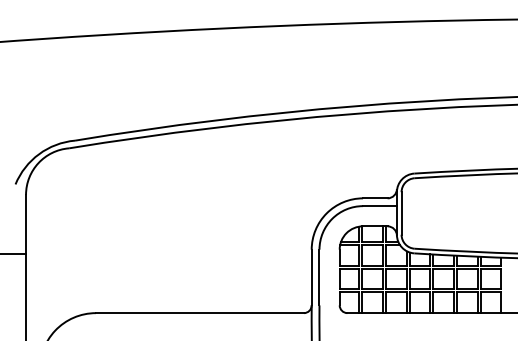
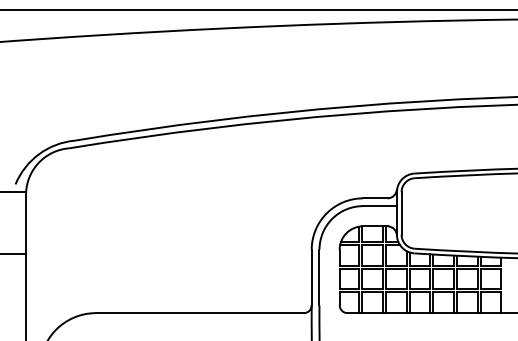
line at (258, 10): none -> present
line at (14, 192): none -> present
